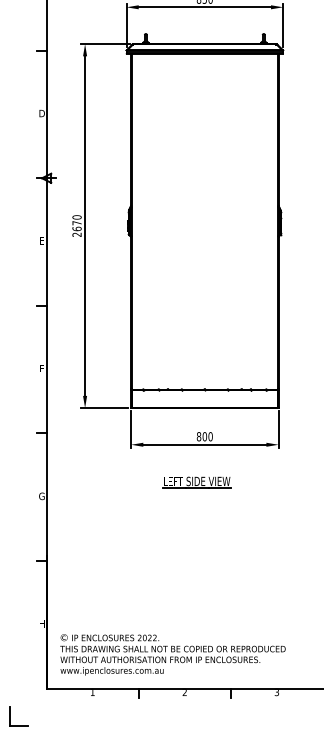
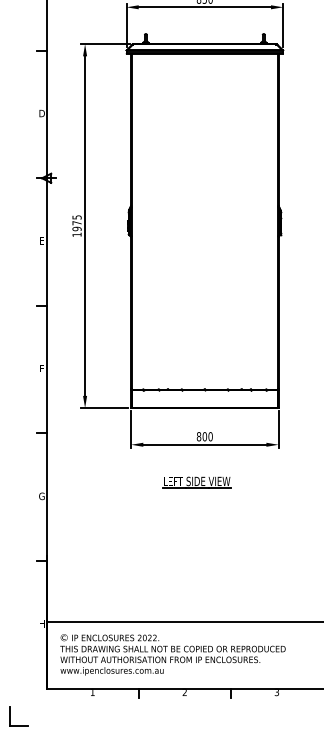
text at (76, 225): 2670 -> 1975
line at (183, 622): none -> present
